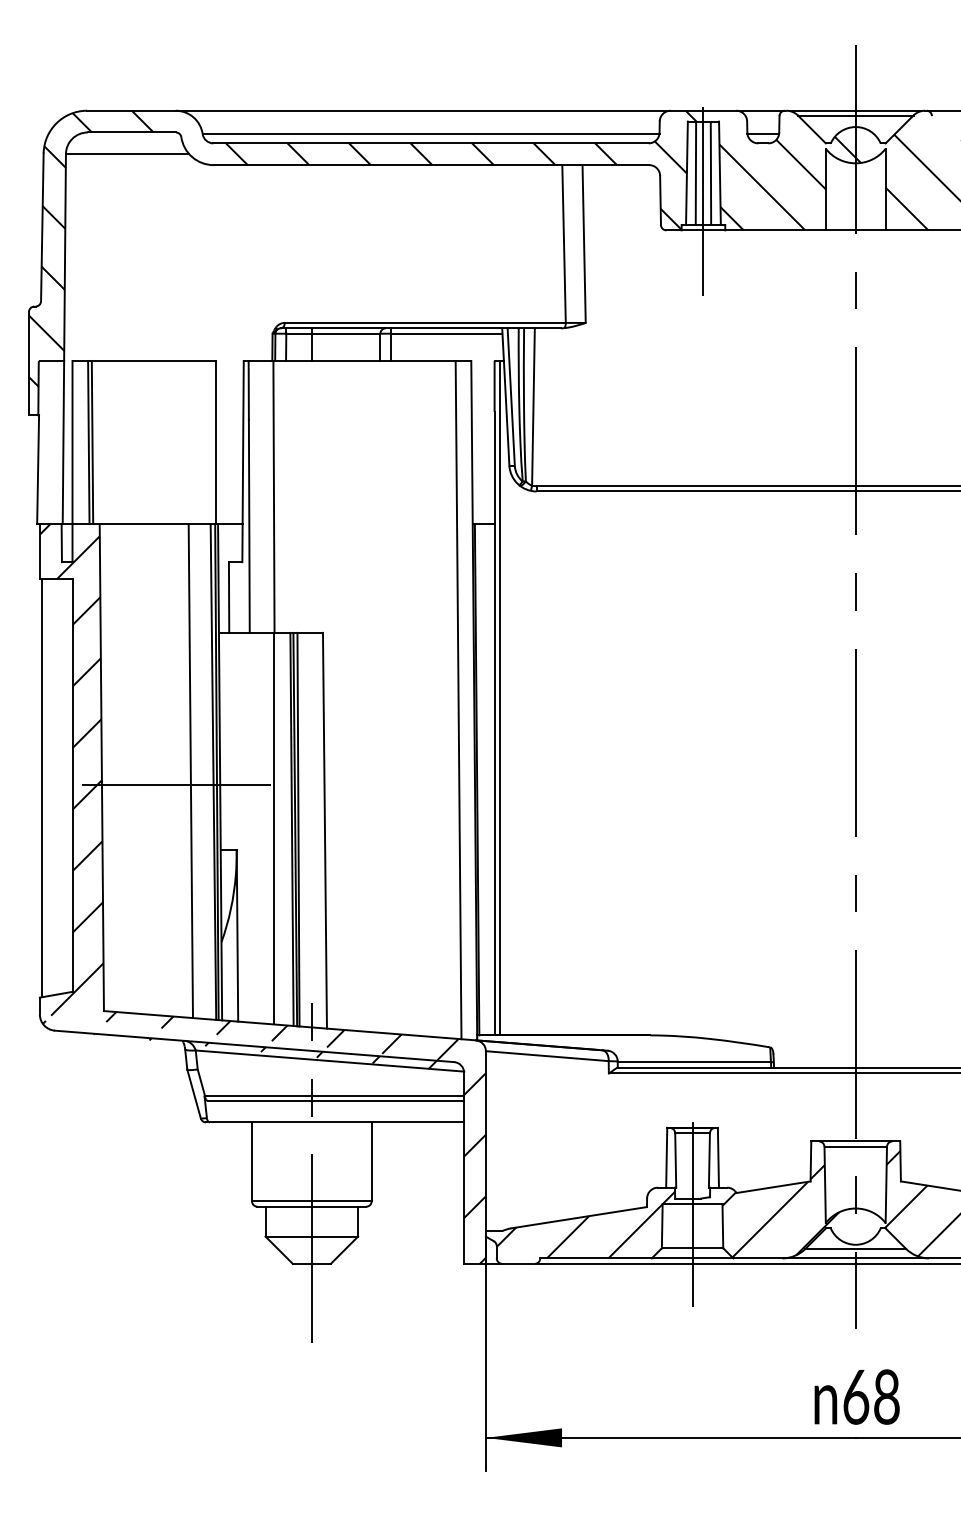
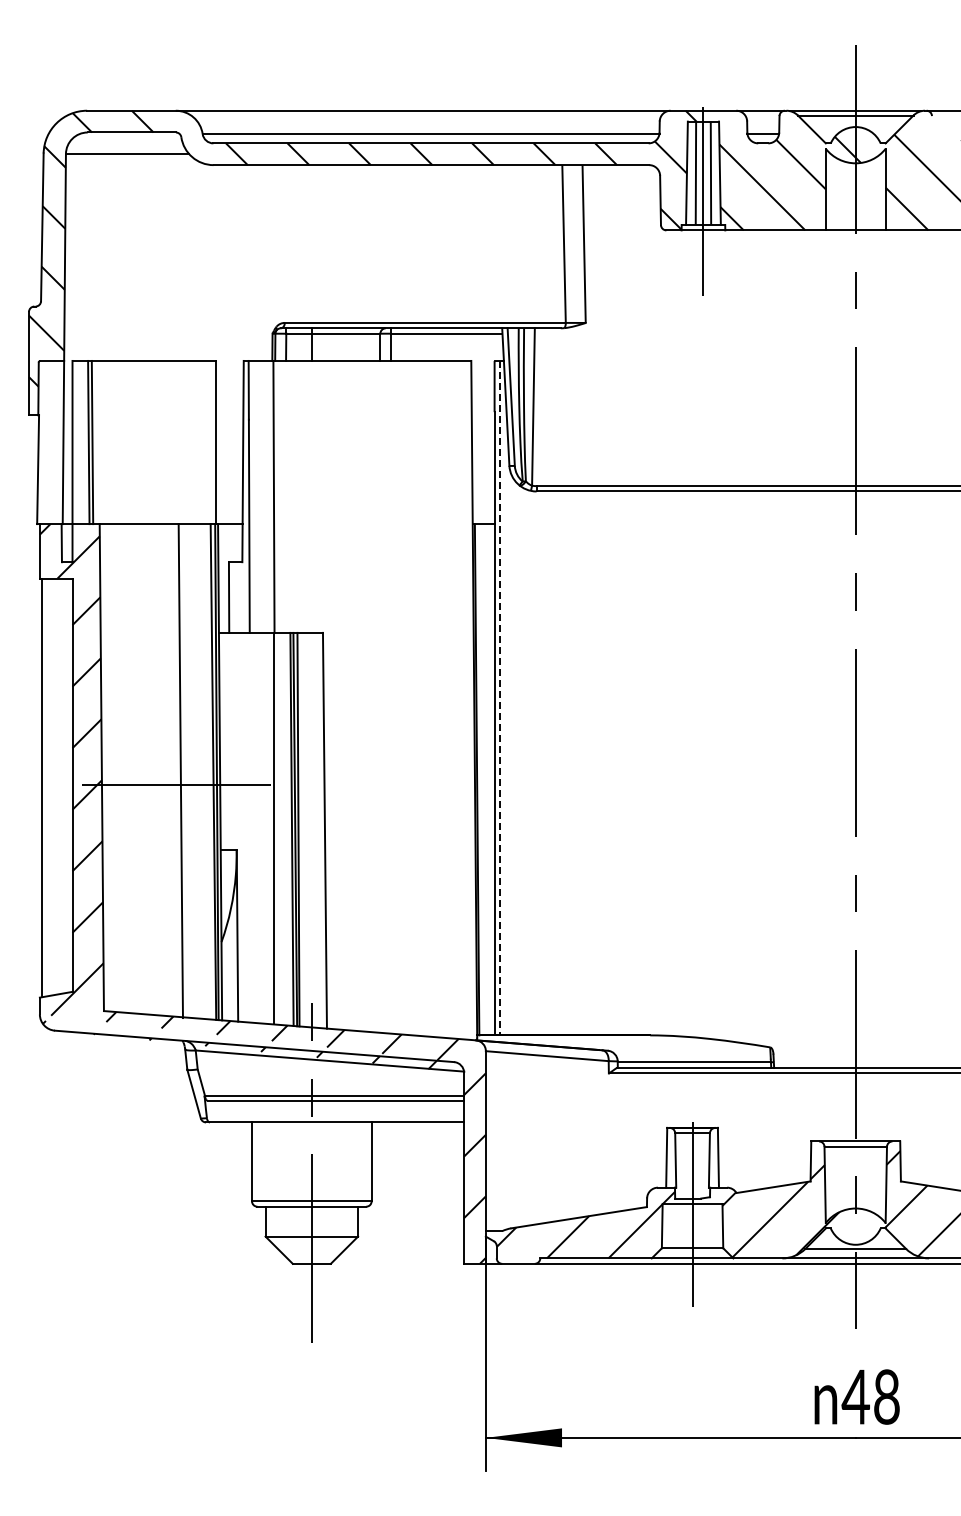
line at (500, 698): solid -> dashed
line at (458, 699): present -> none
line at (190, 771) position: (190, 771) -> (180, 771)
text at (855, 1397): 68 -> 48
